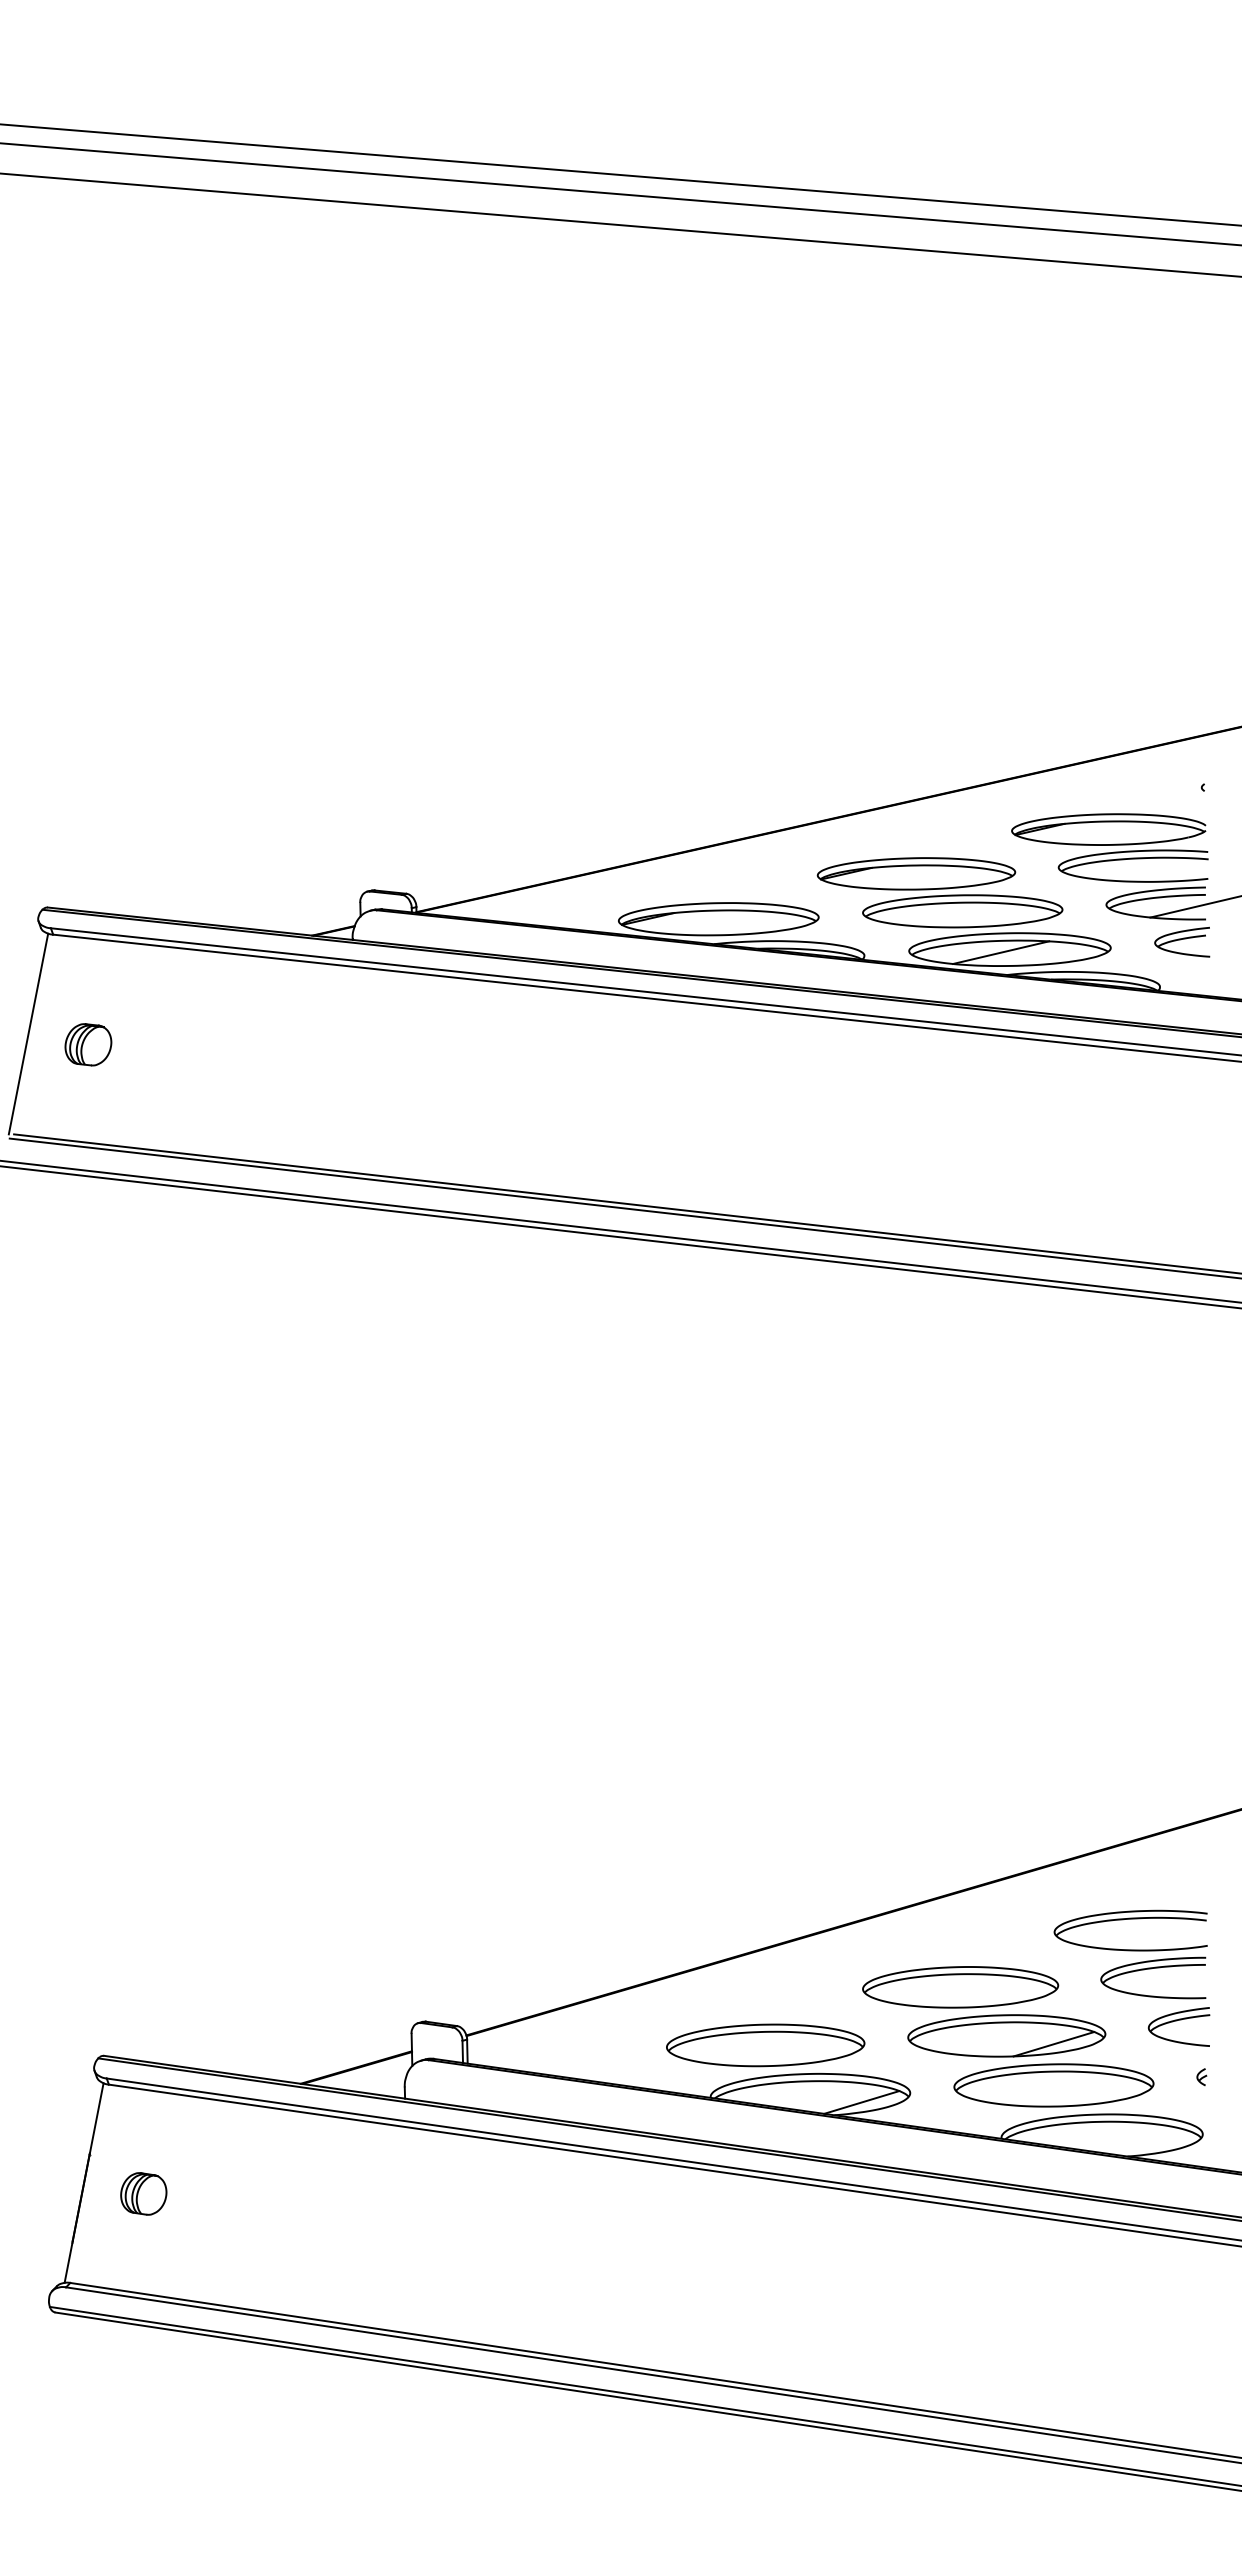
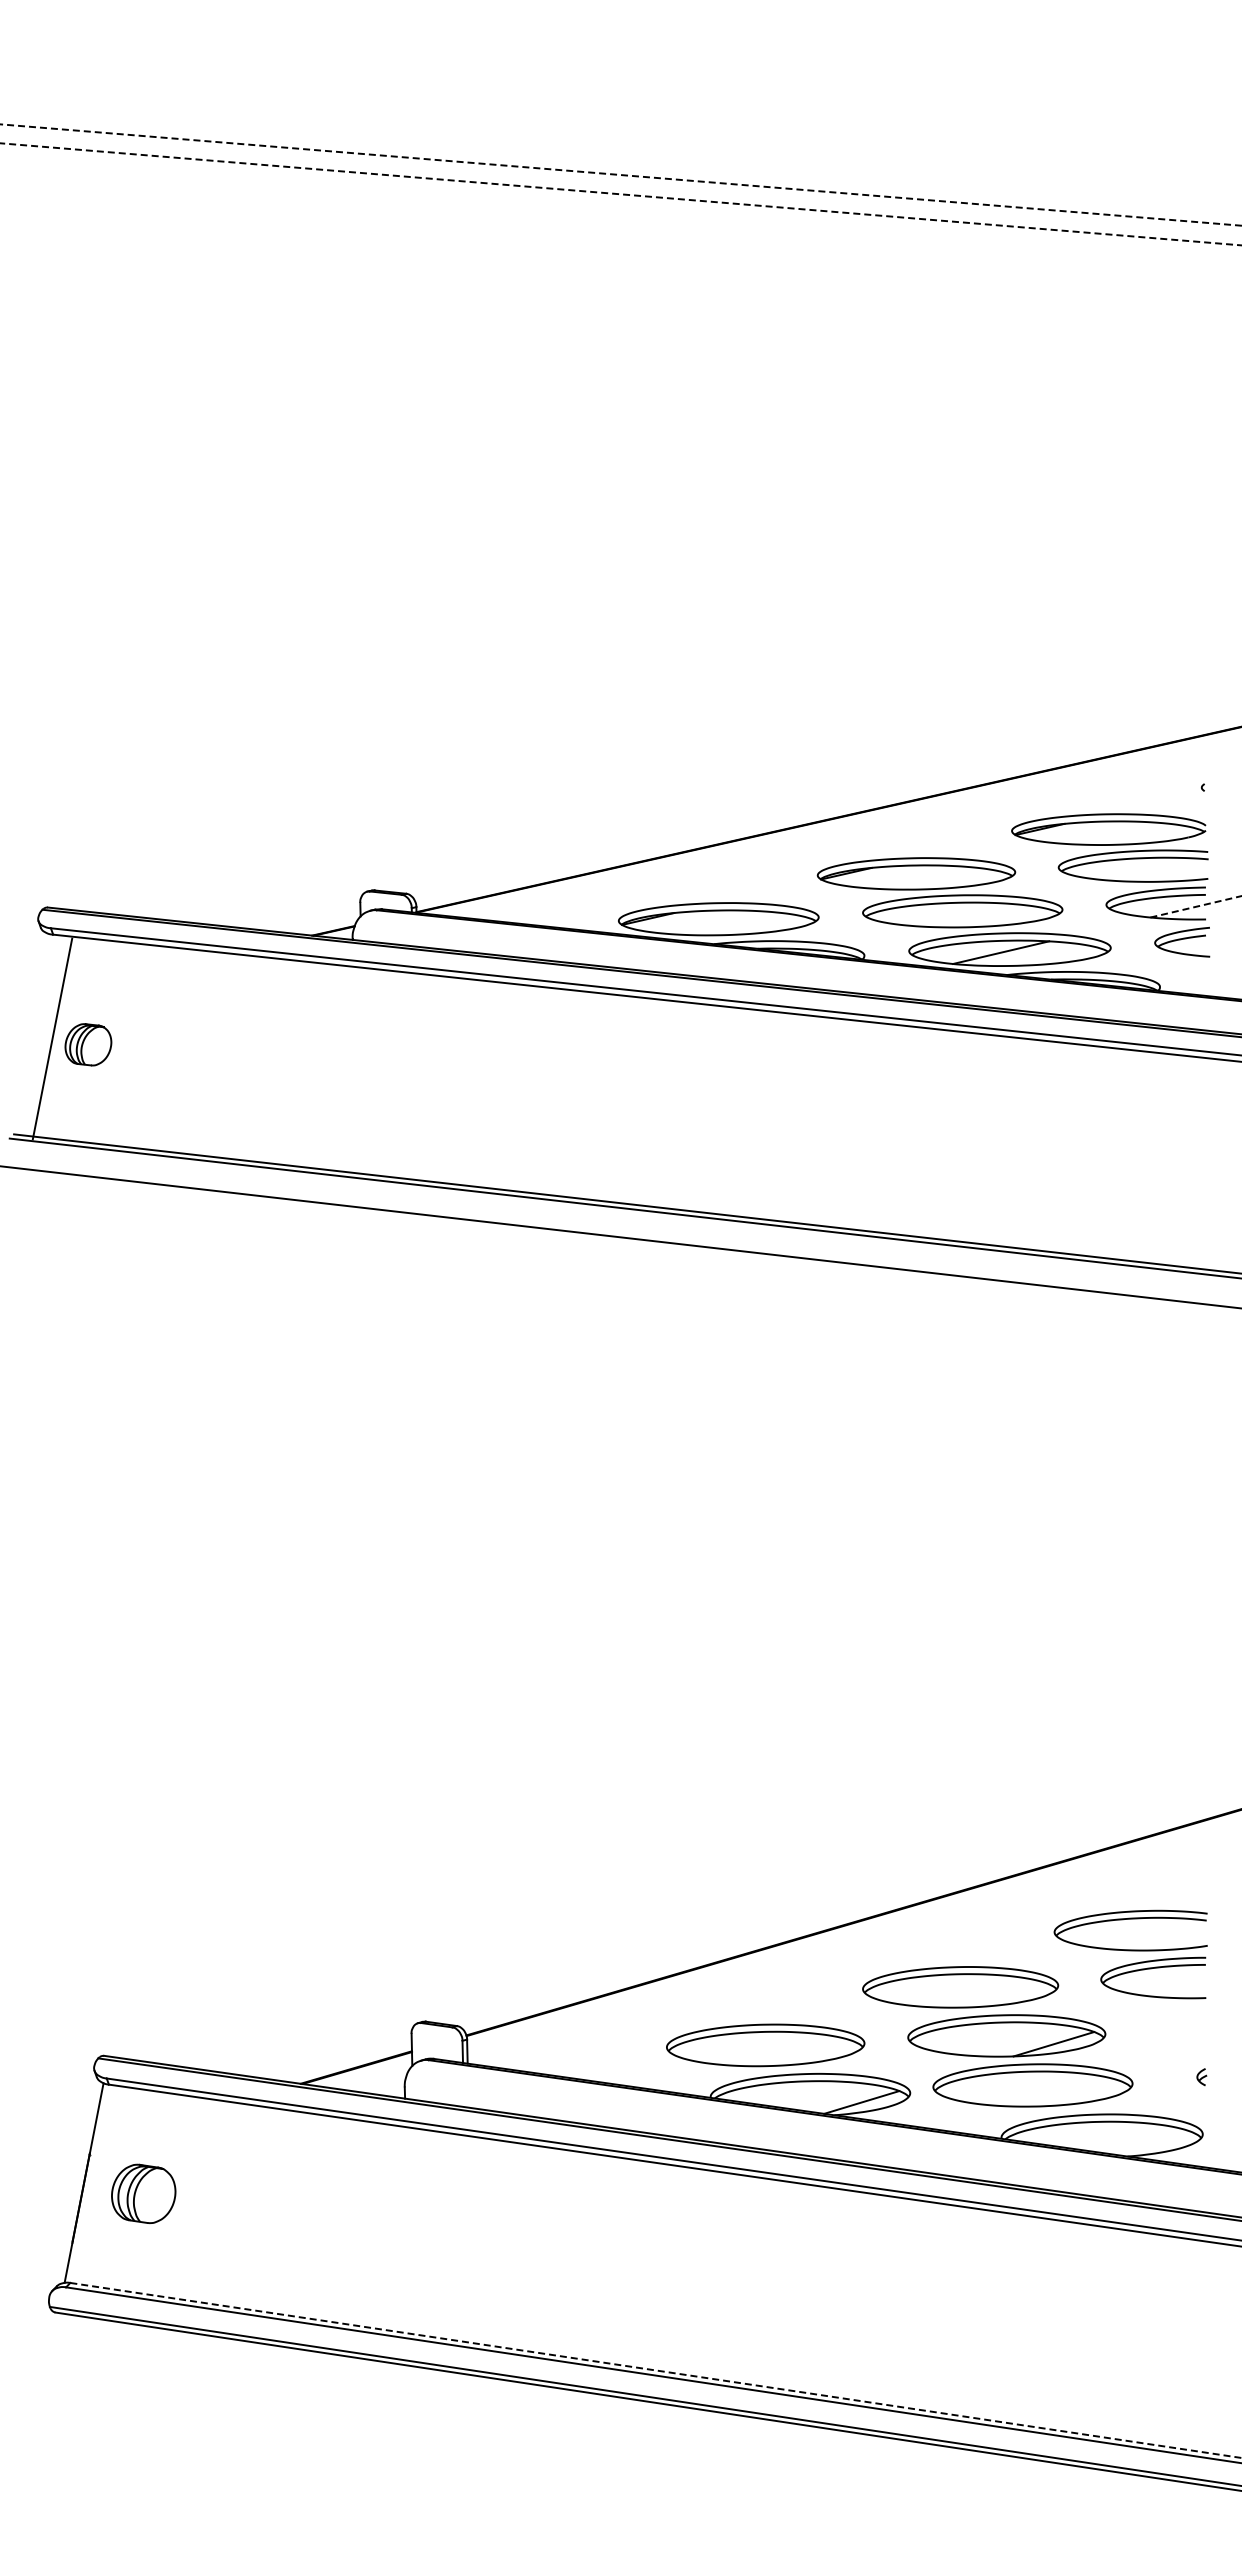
line at (620, 175): solid -> dashed
line at (621, 194): solid -> dashed
line at (620, 224): present -> none
line at (1196, 906): solid -> dashed
line at (28, 1033) position: (28, 1033) -> (52, 1038)
line at (620, 1231): present -> none
part at (1178, 2026): present -> none
part at (1053, 2085) position: (1053, 2085) -> (1032, 2085)
part at (143, 2193) size: 48x44 px -> 66x61 px
line at (655, 2370): solid -> dashed
